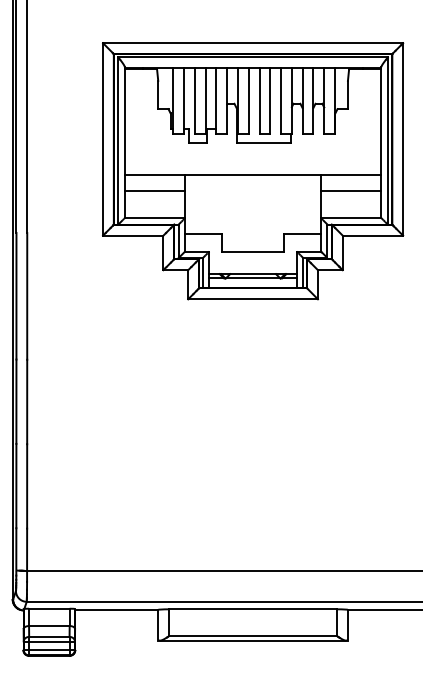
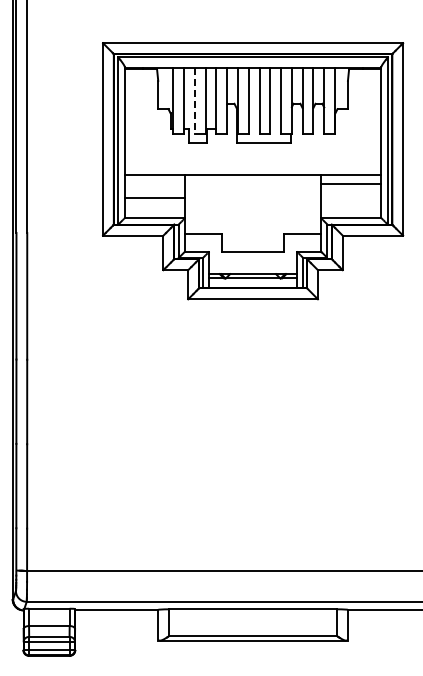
line at (194, 101): solid -> dashed
line at (154, 191) position: (154, 191) -> (154, 198)
line at (351, 191) position: (351, 191) -> (351, 184)
